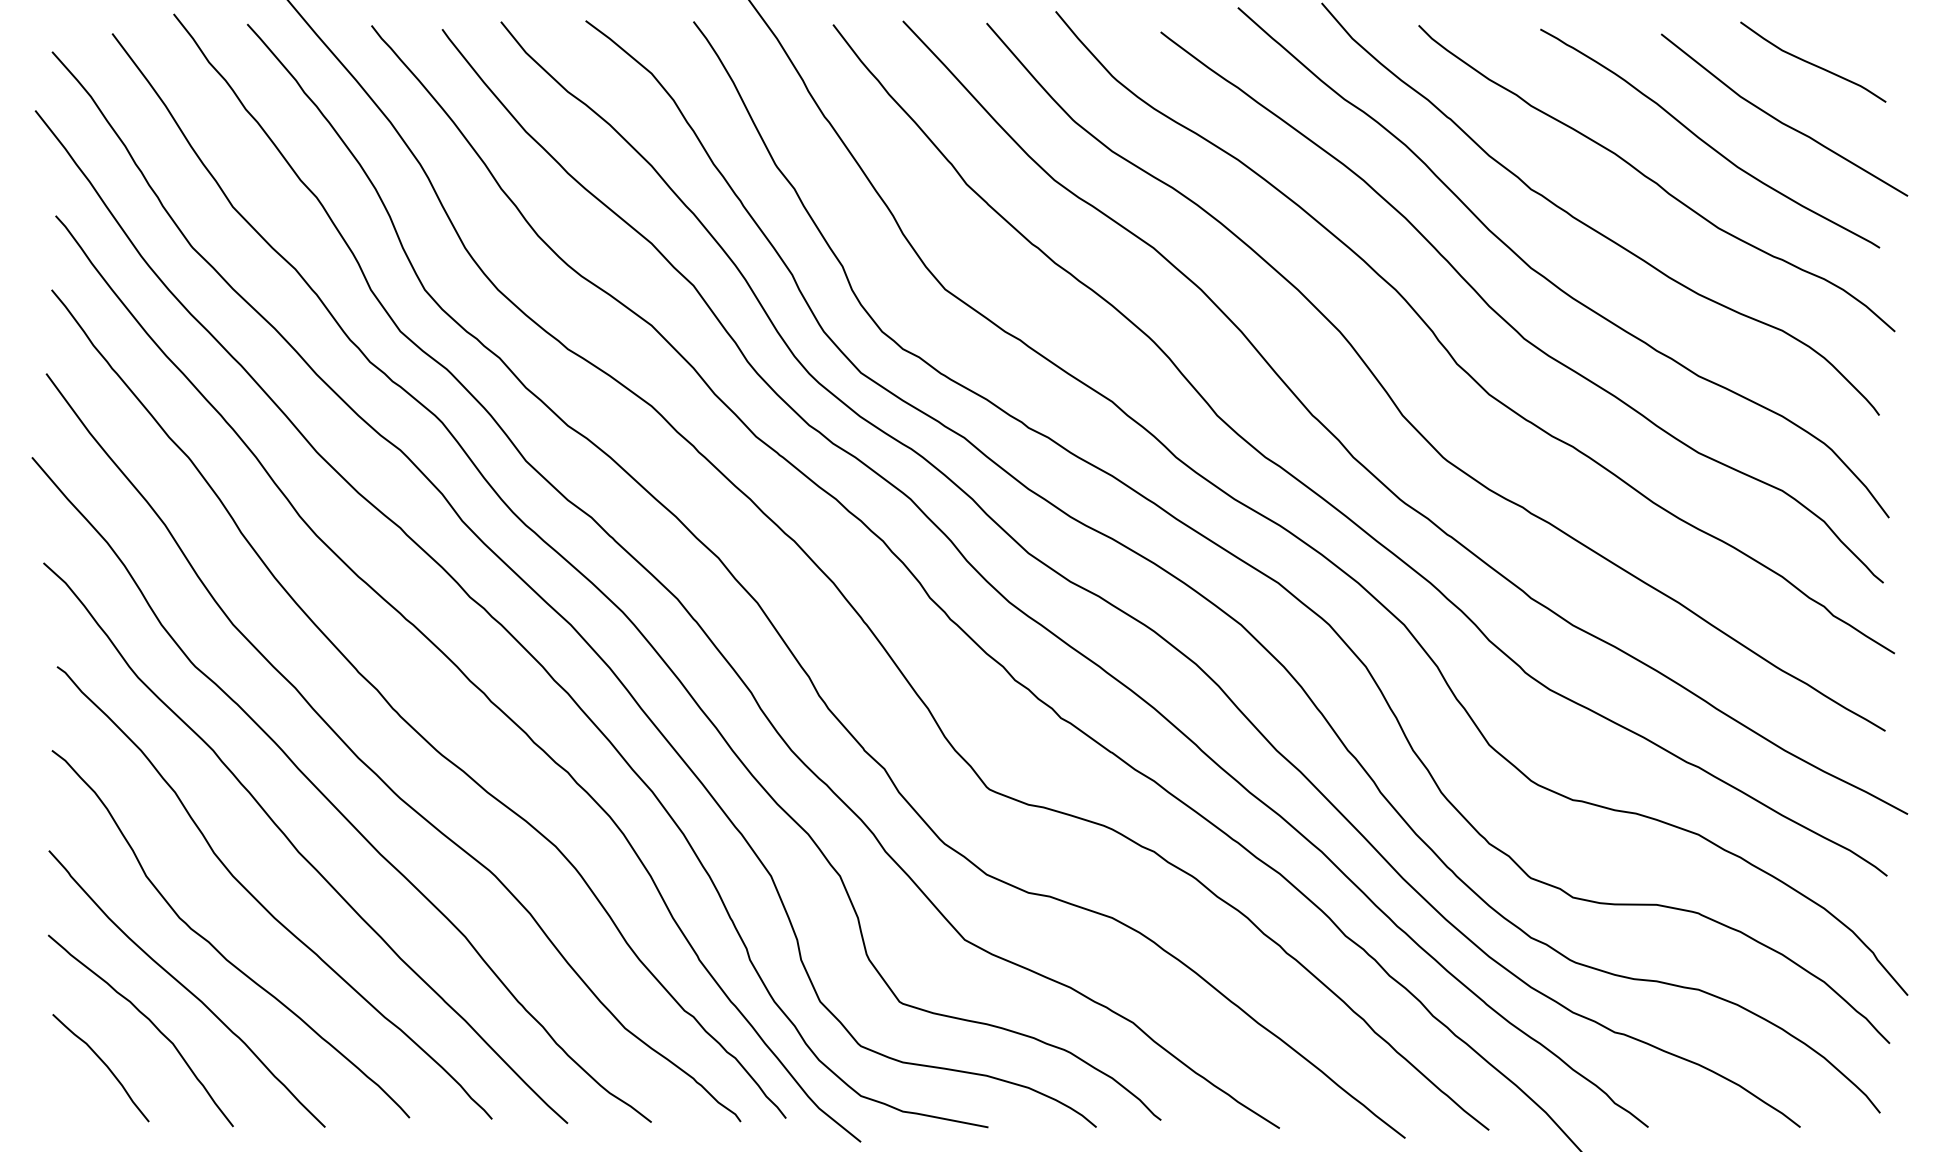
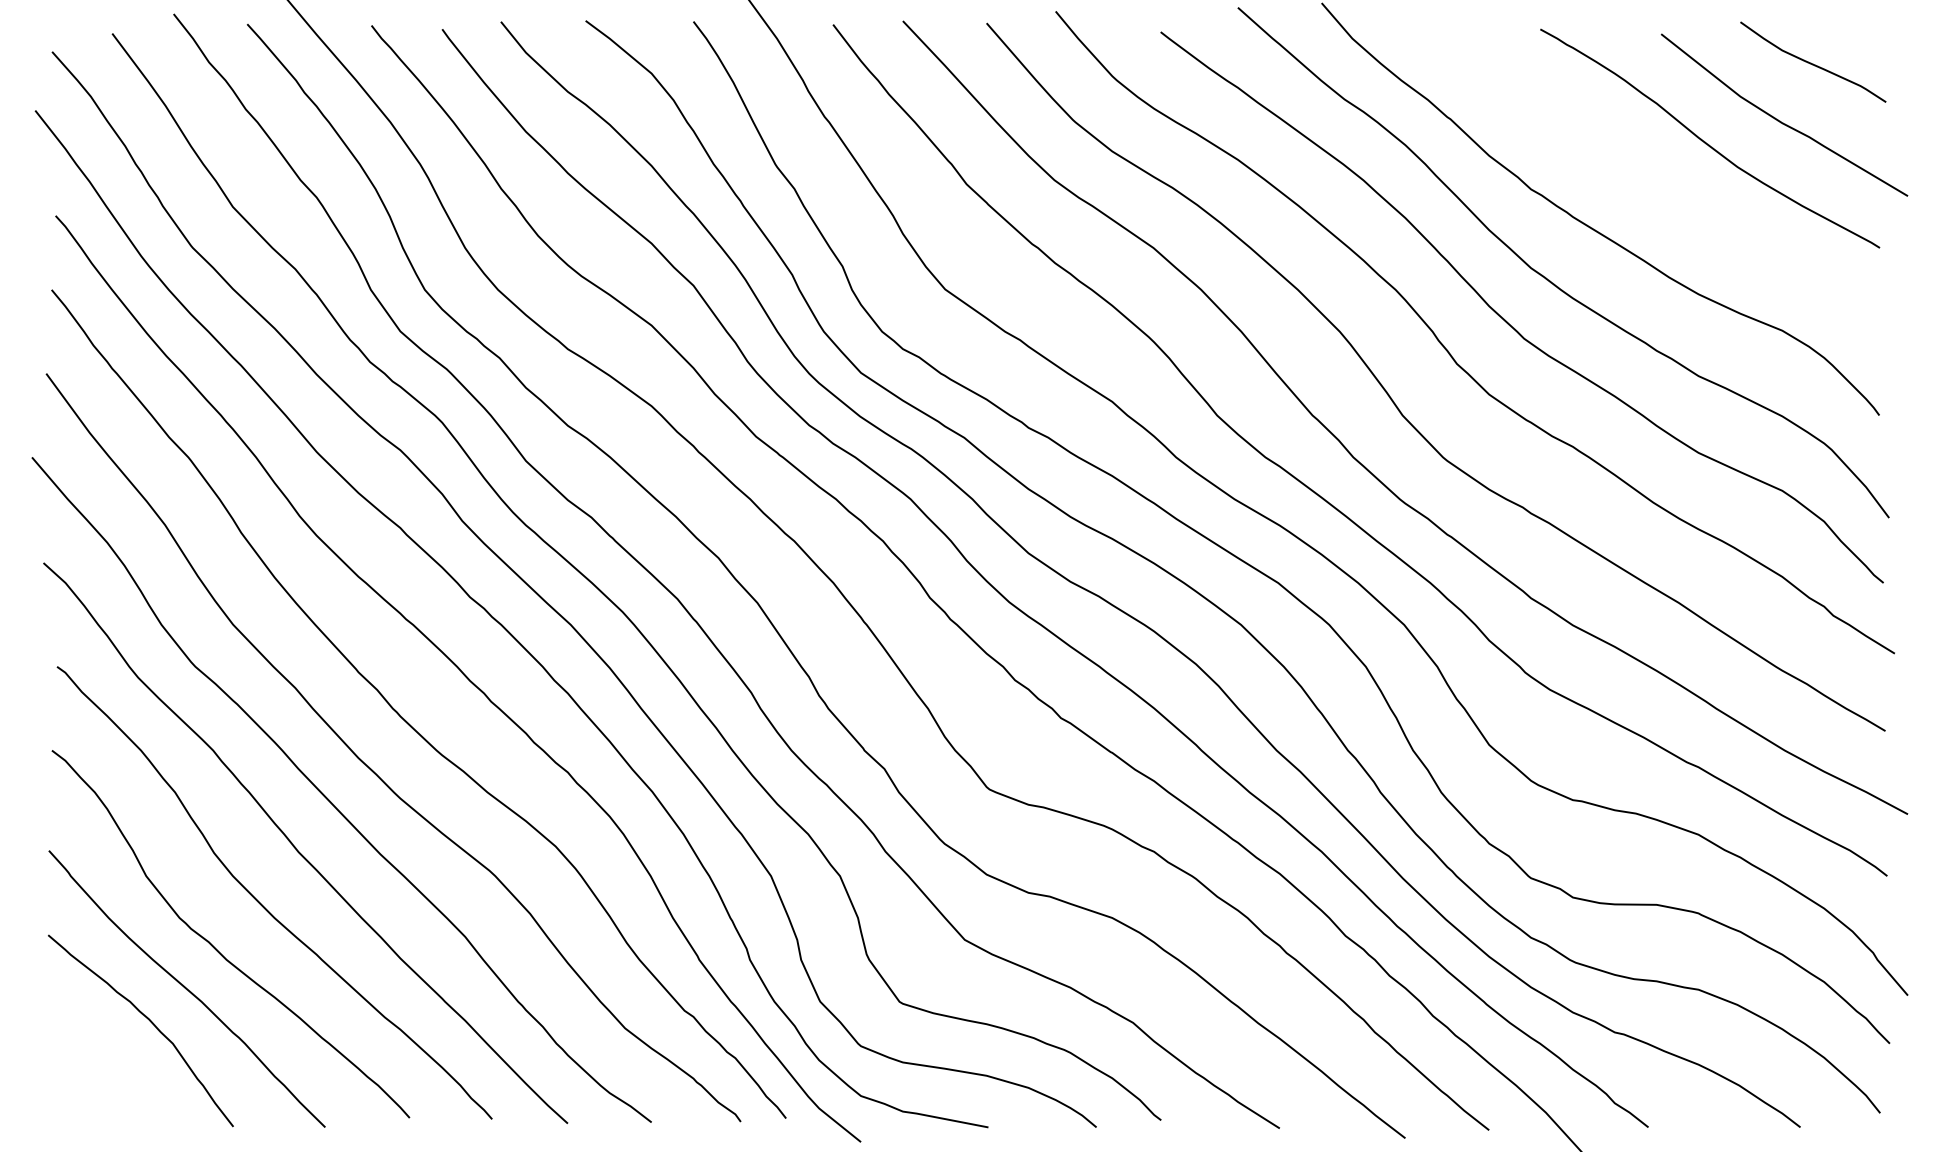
curve at (1655, 181): present -> none
curve at (104, 1064): present -> none
